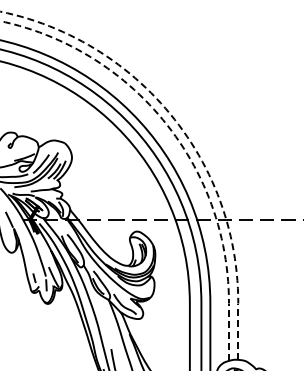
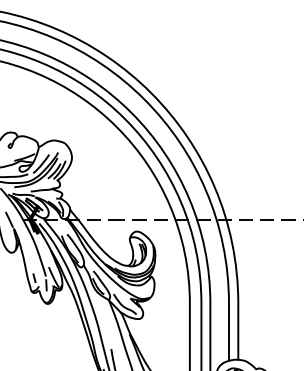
line at (186, 135): dashed -> solid
line at (180, 143): dashed -> solid
